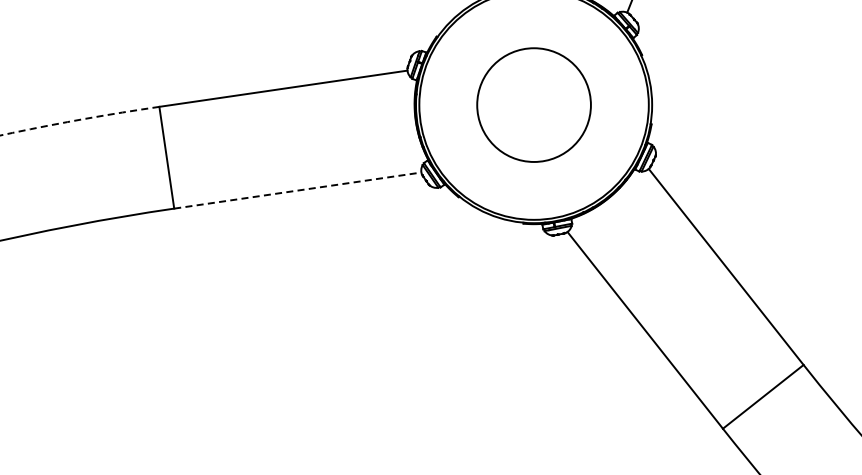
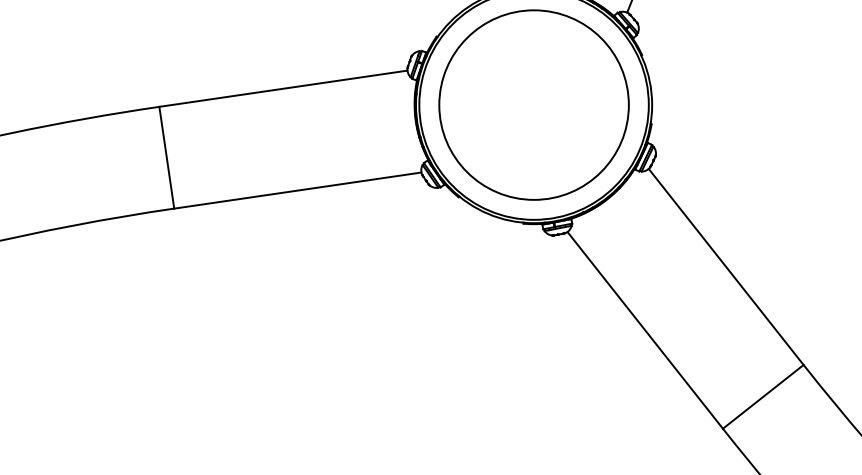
circle at (533, 104) diameter: 114 px -> 190 px
arc at (79, 119): dashed -> solid
line at (297, 190): dashed -> solid
